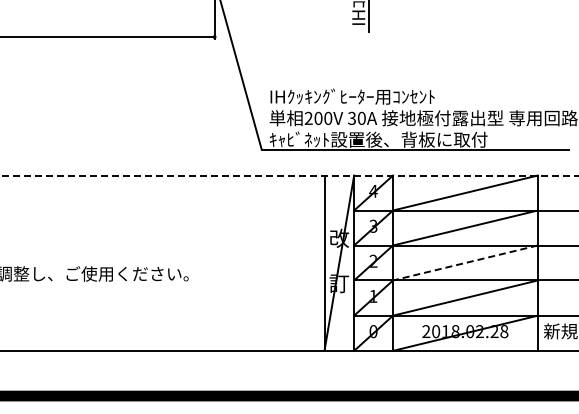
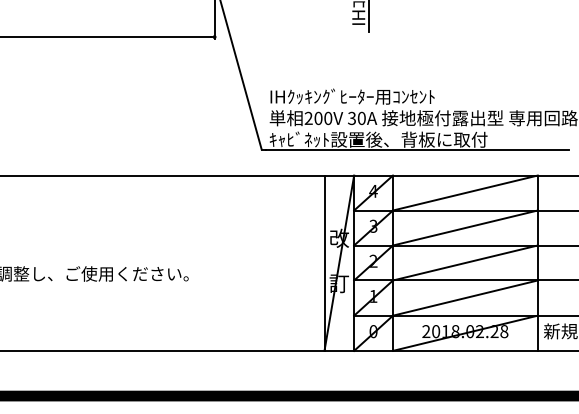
line at (289, 175): dashed -> solid
line at (464, 263): dashed -> solid
